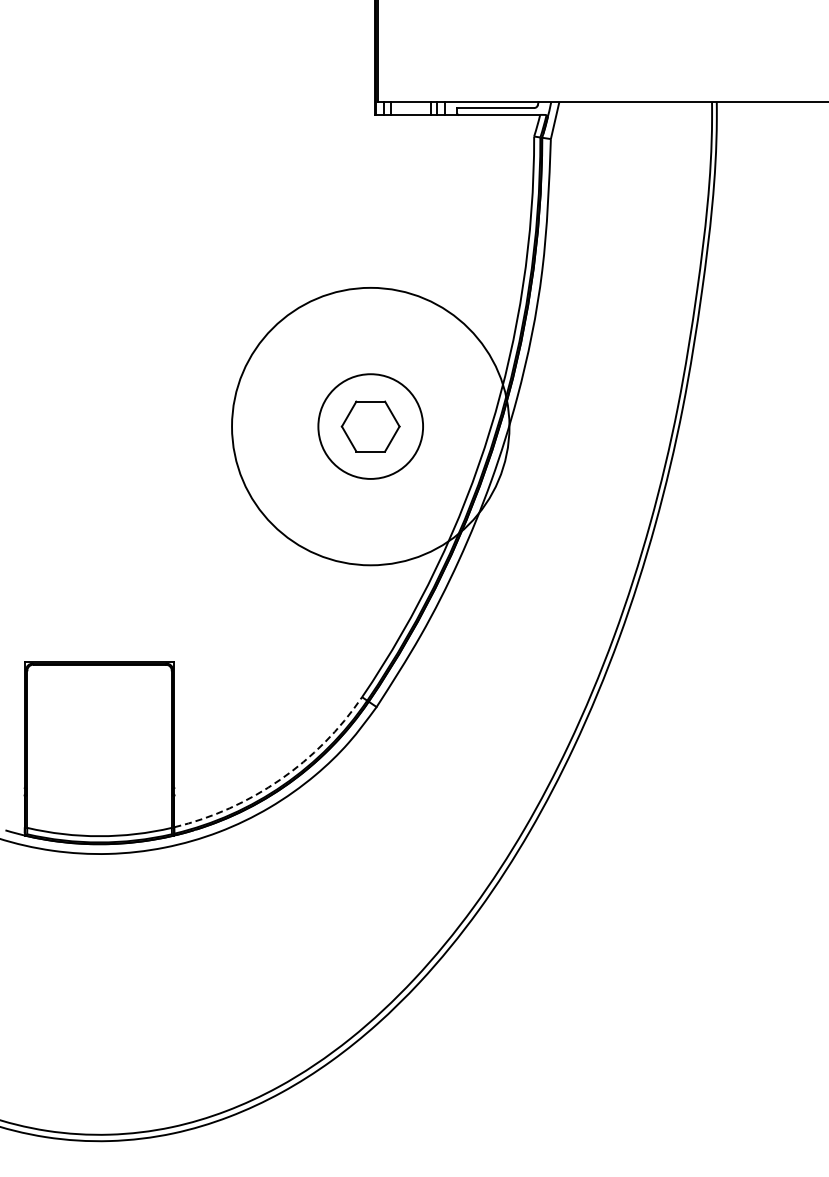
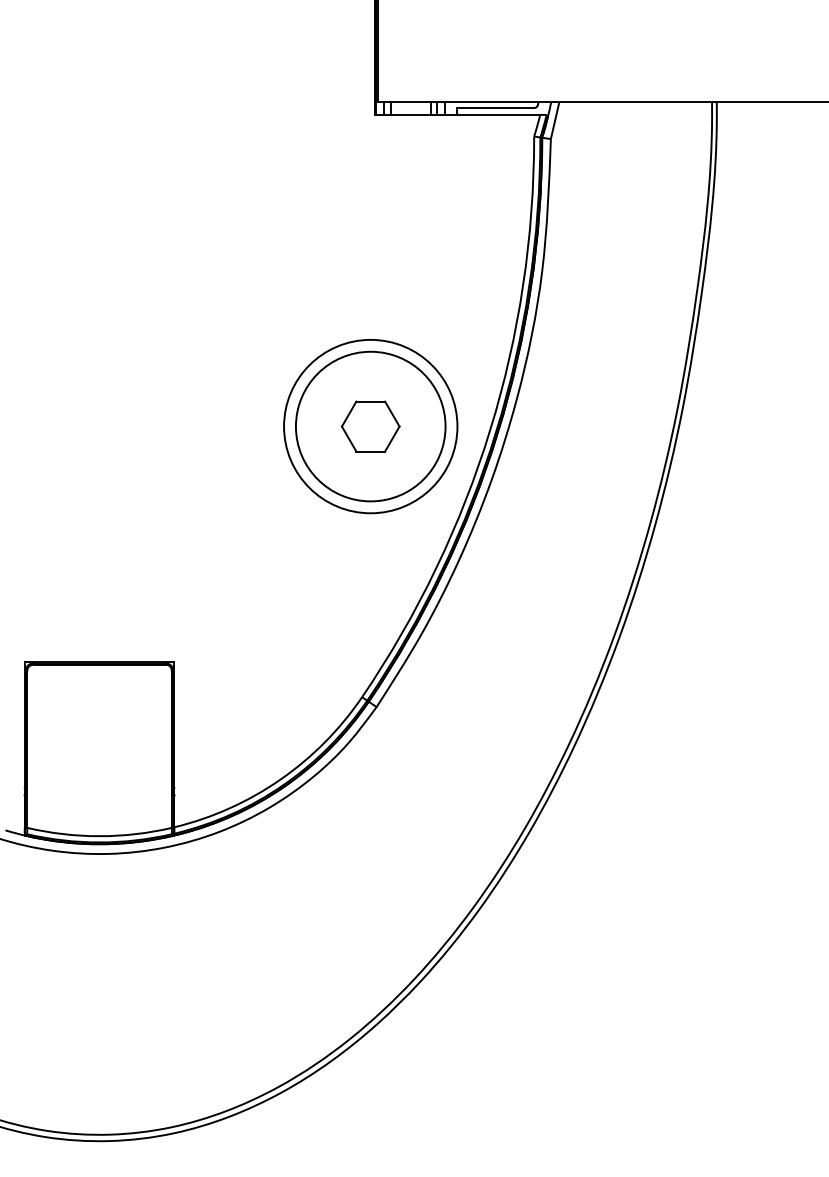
circle at (370, 426) diameter: 105 px -> 150 px
circle at (370, 426) diameter: 277 px -> 173 px
arc at (280, 779): dashed -> solid
